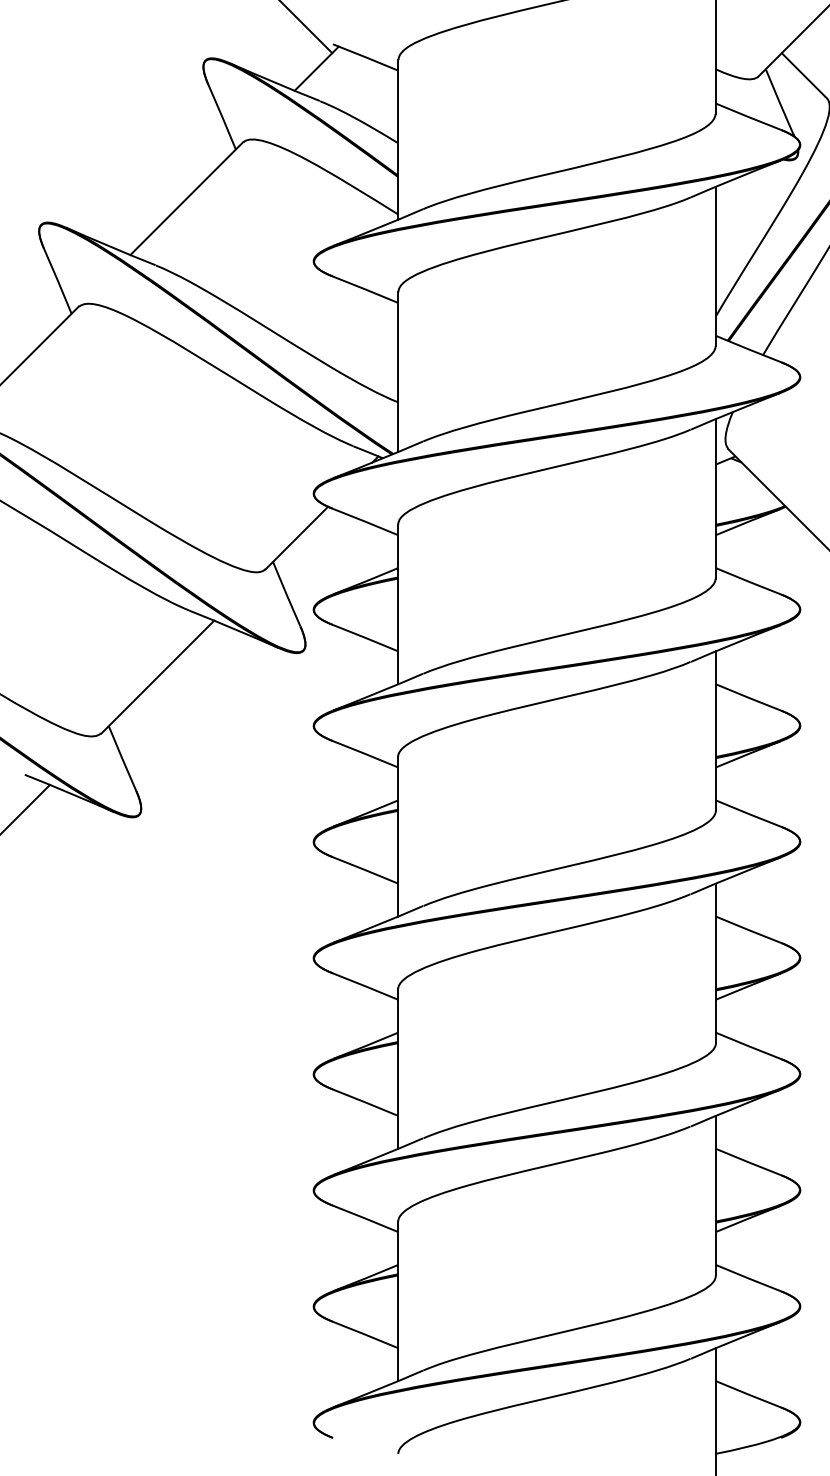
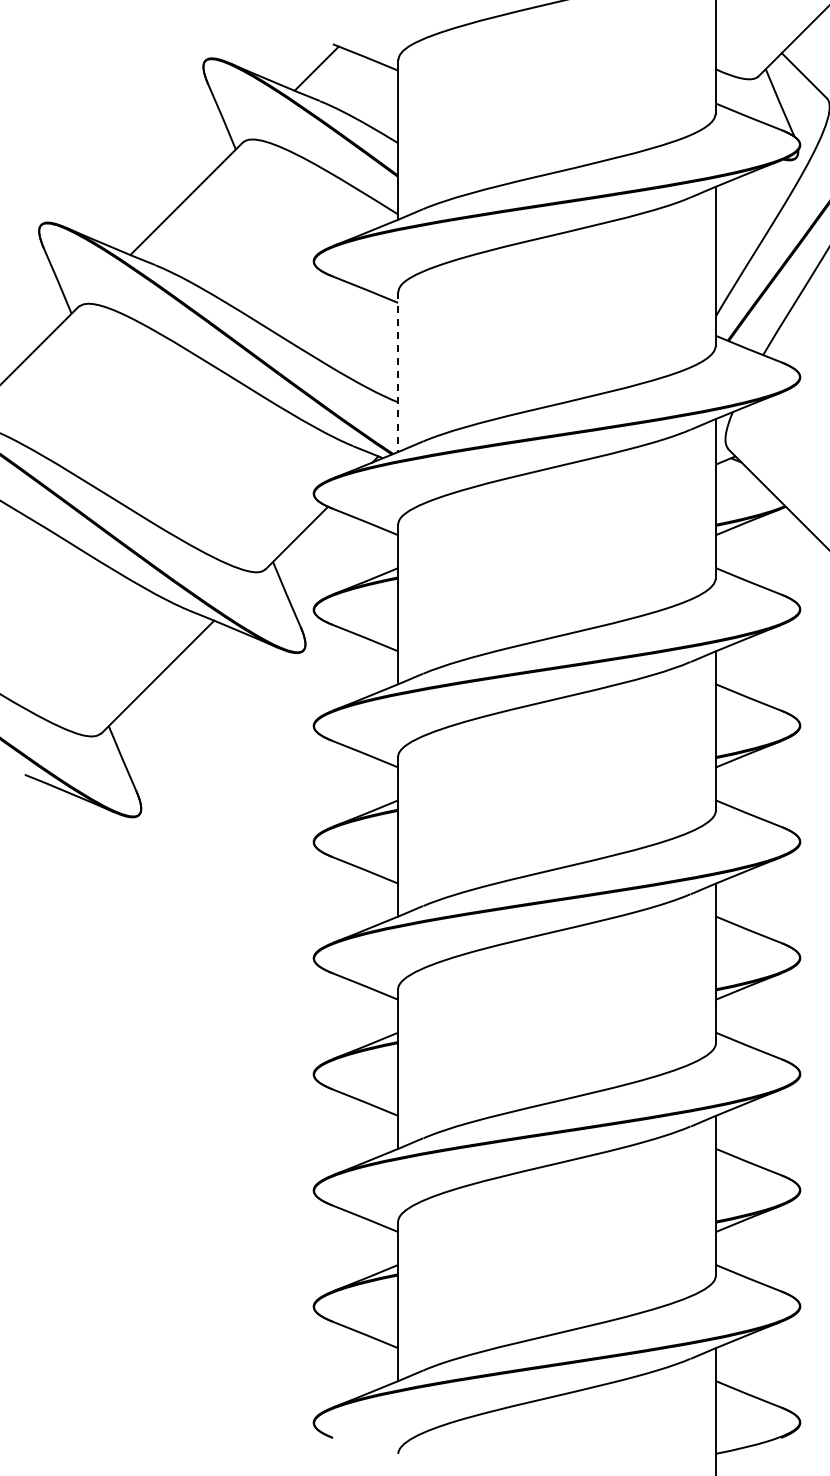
line at (306, 27): present -> none
line at (398, 372): solid -> dashed
line at (26, 808): present -> none
